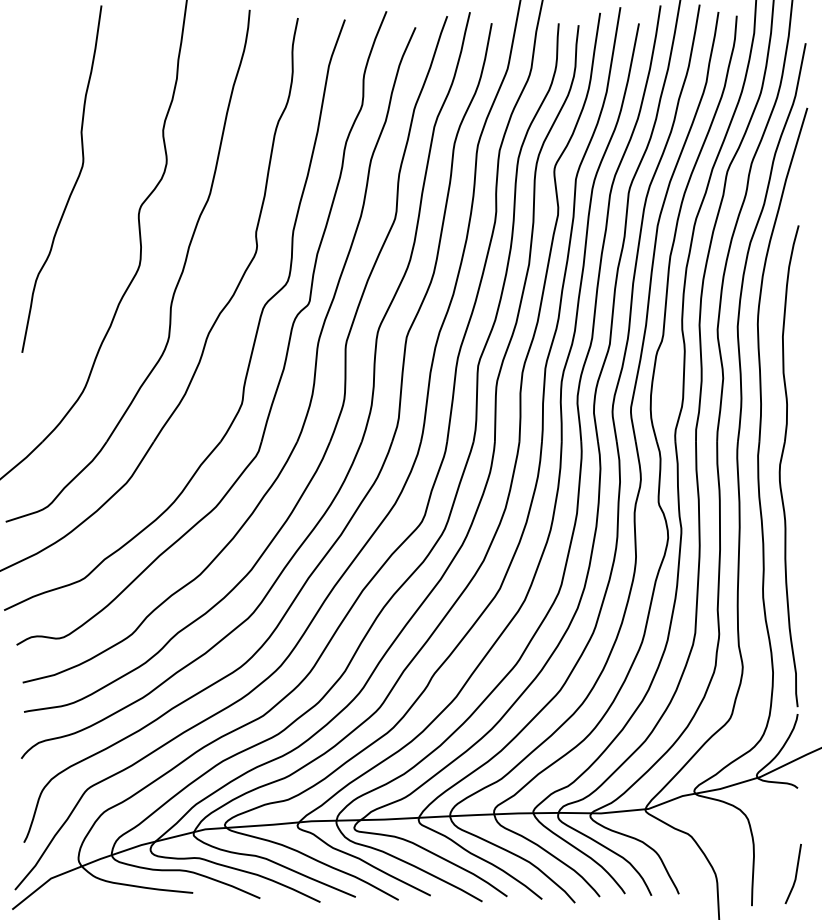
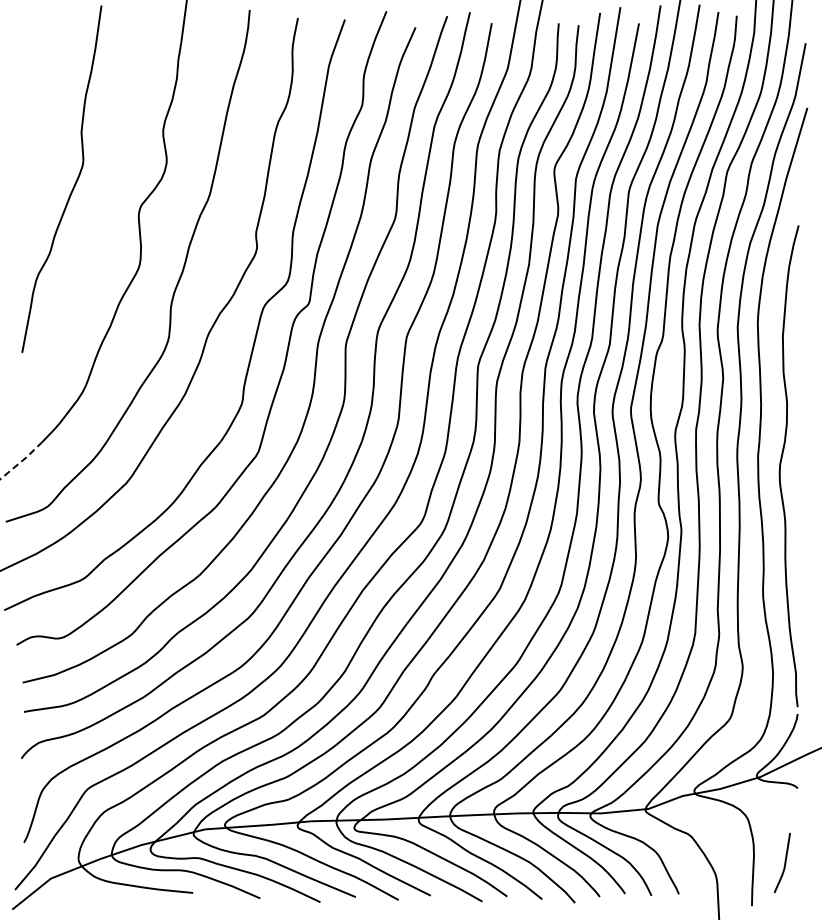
line at (22, 460): solid -> dashed
line at (795, 873) position: (795, 873) -> (784, 862)
